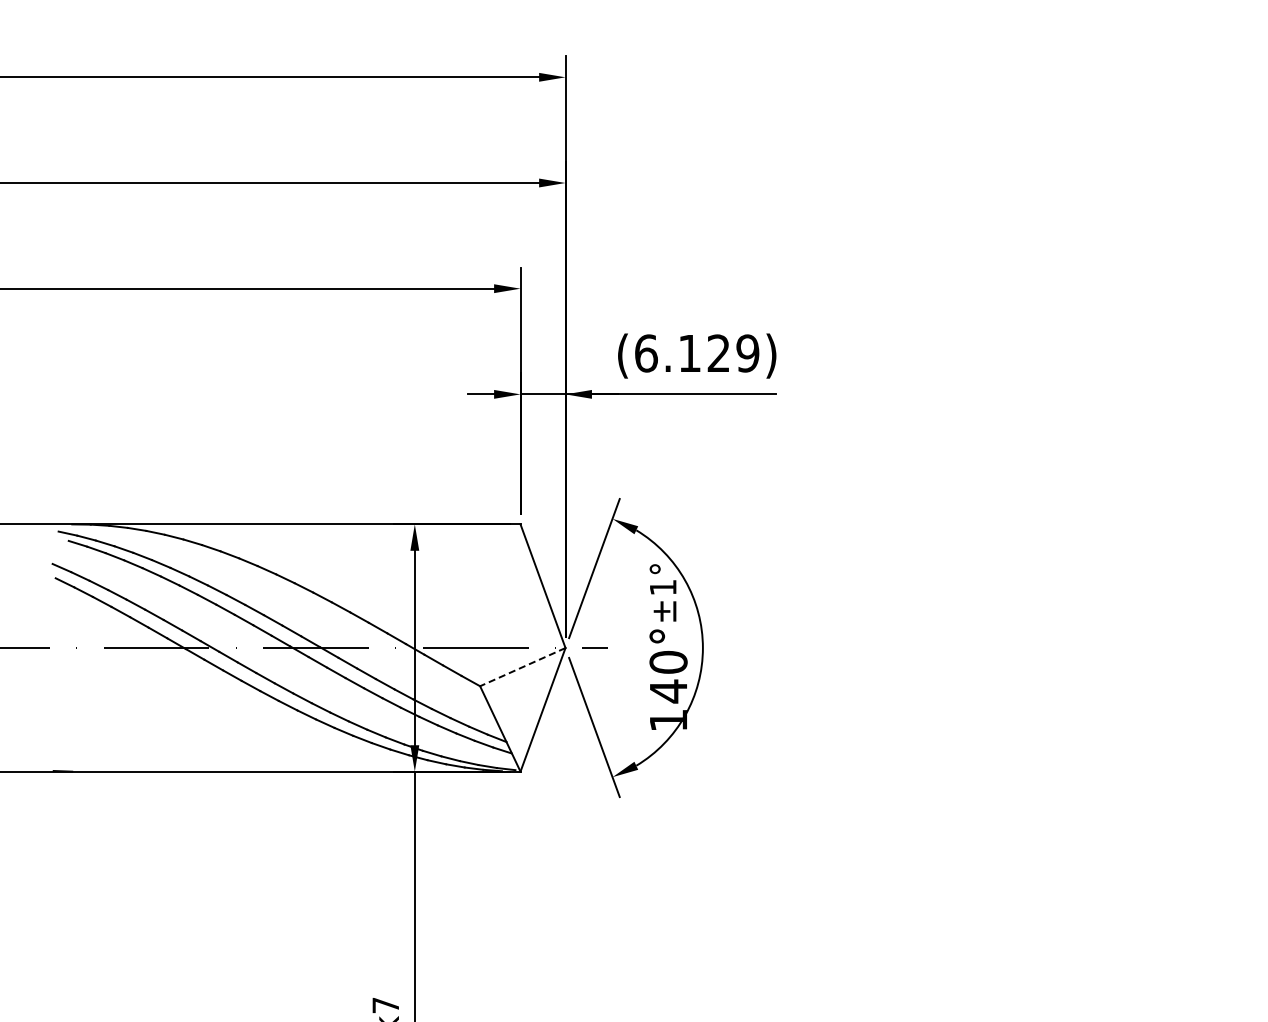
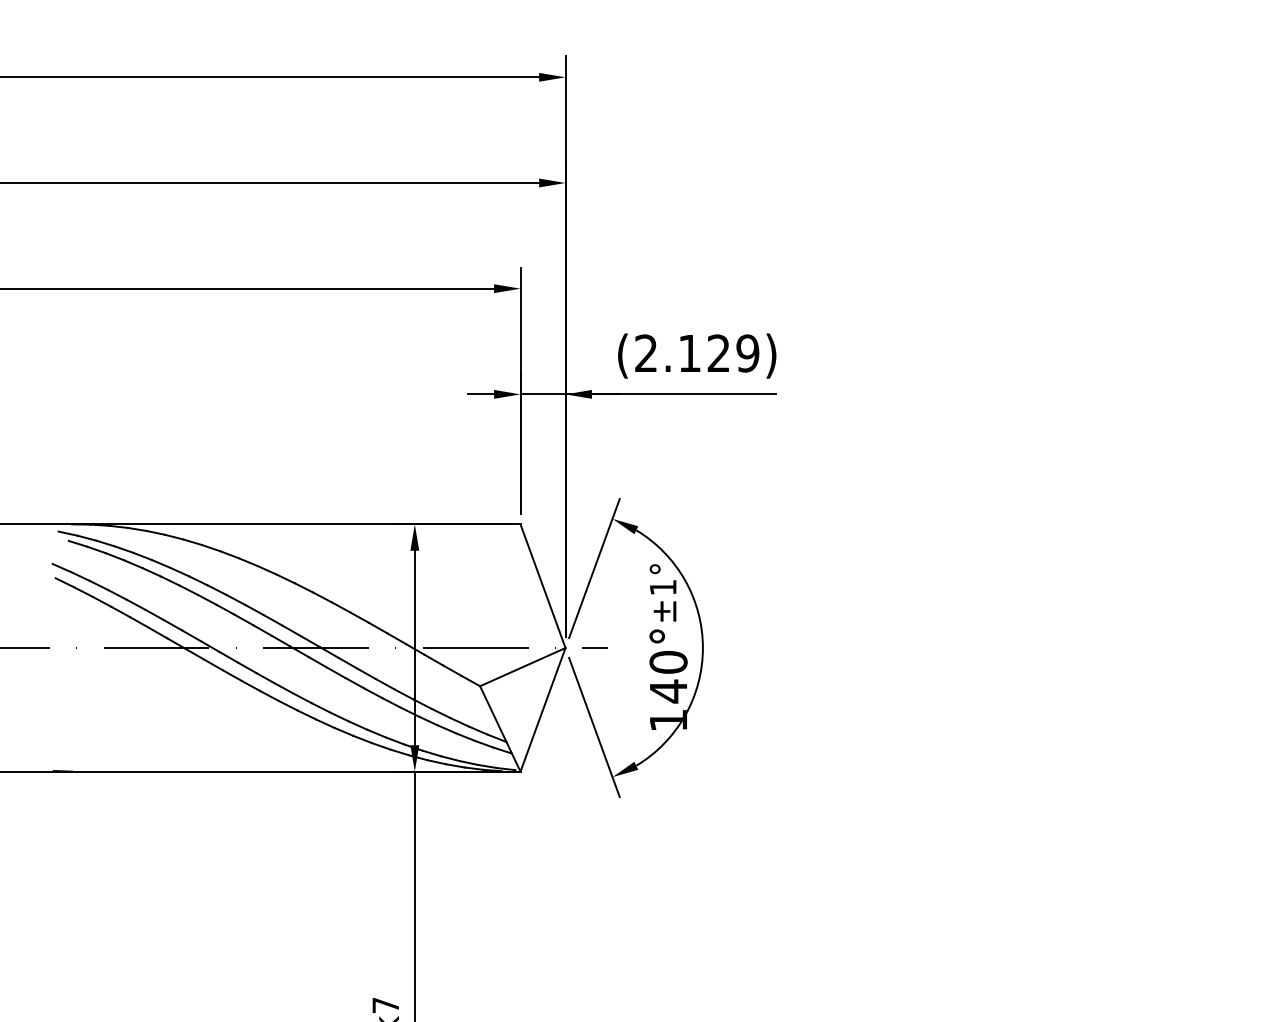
text at (646, 353): (6.129) -> (2.129)
line at (522, 667): dashed -> solid
